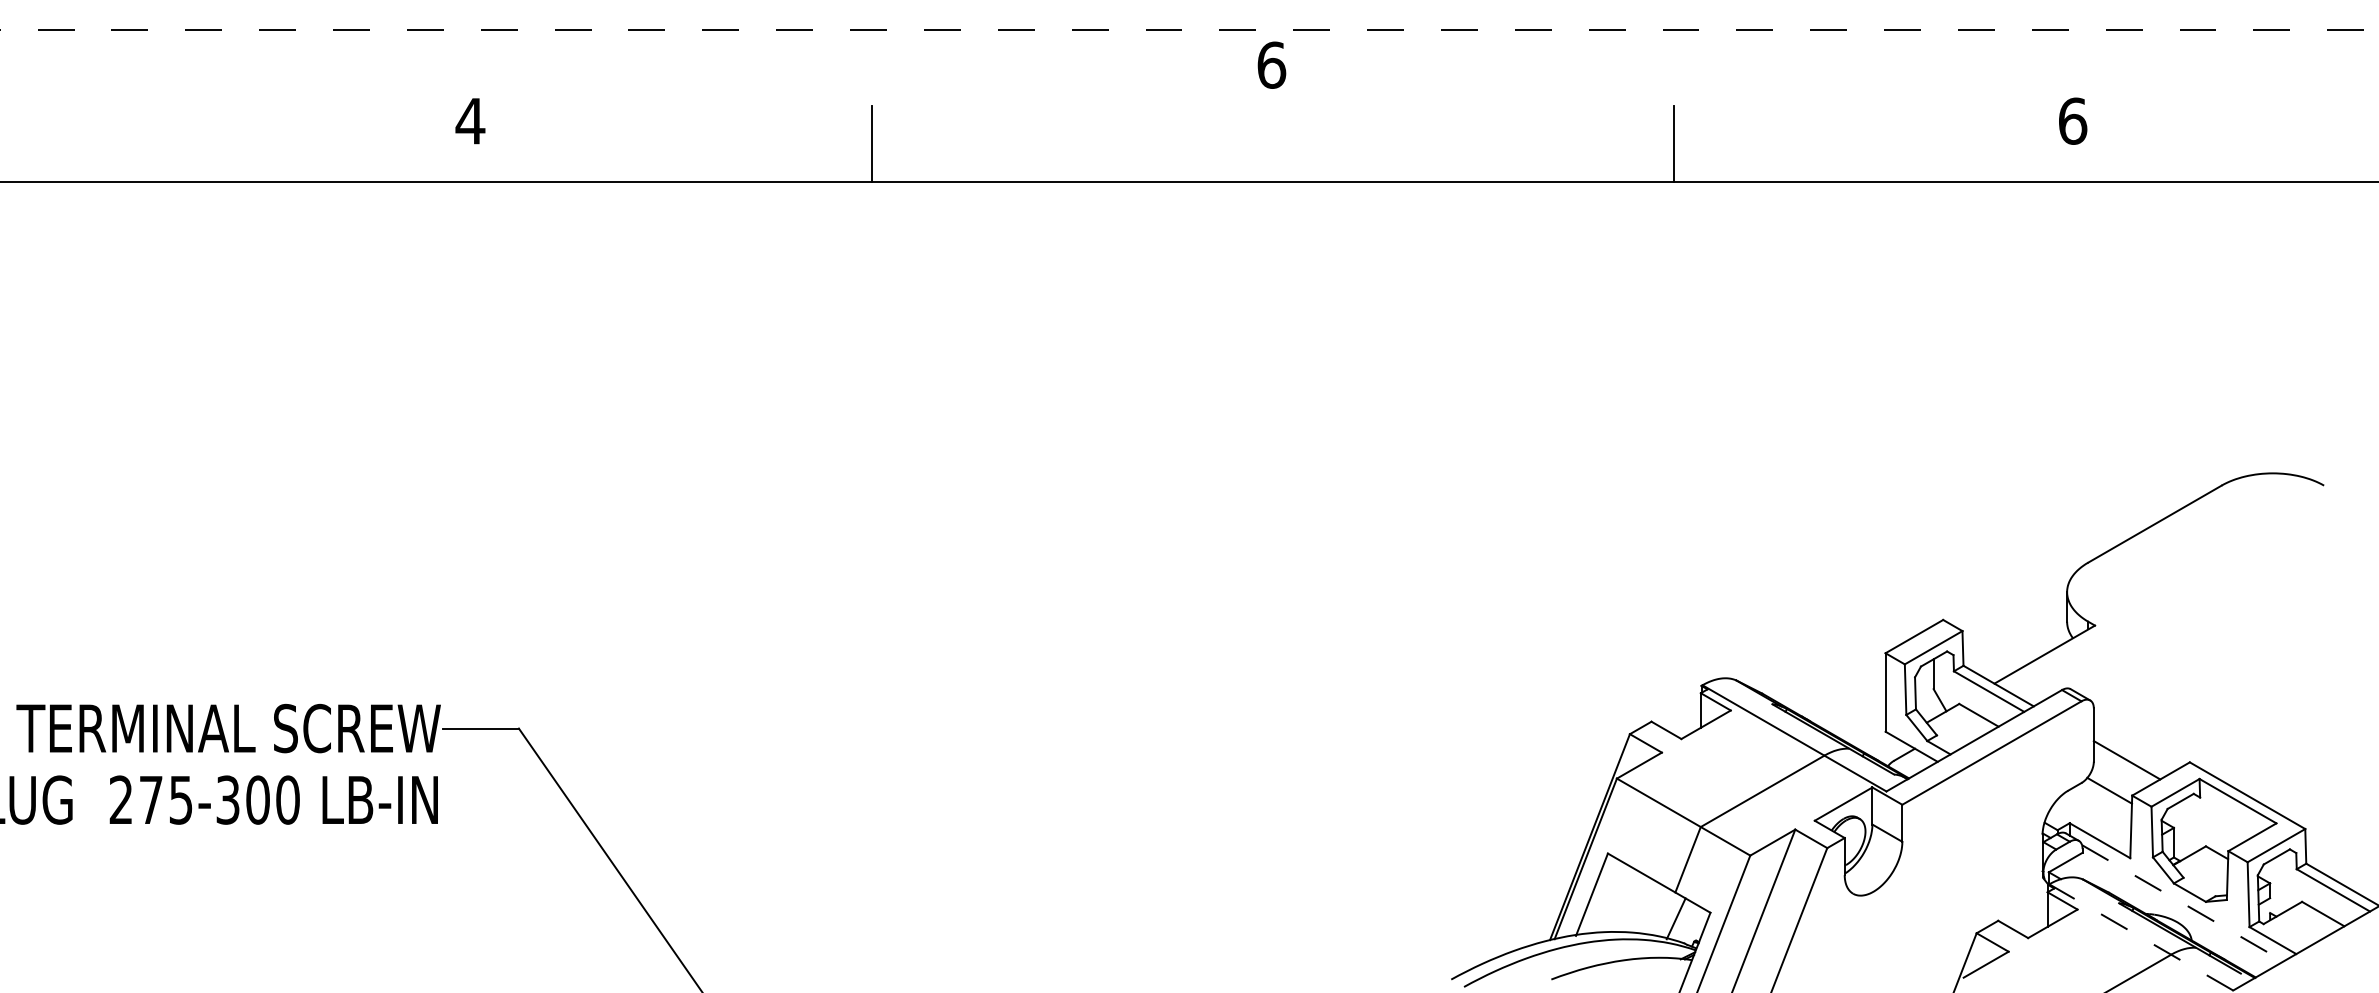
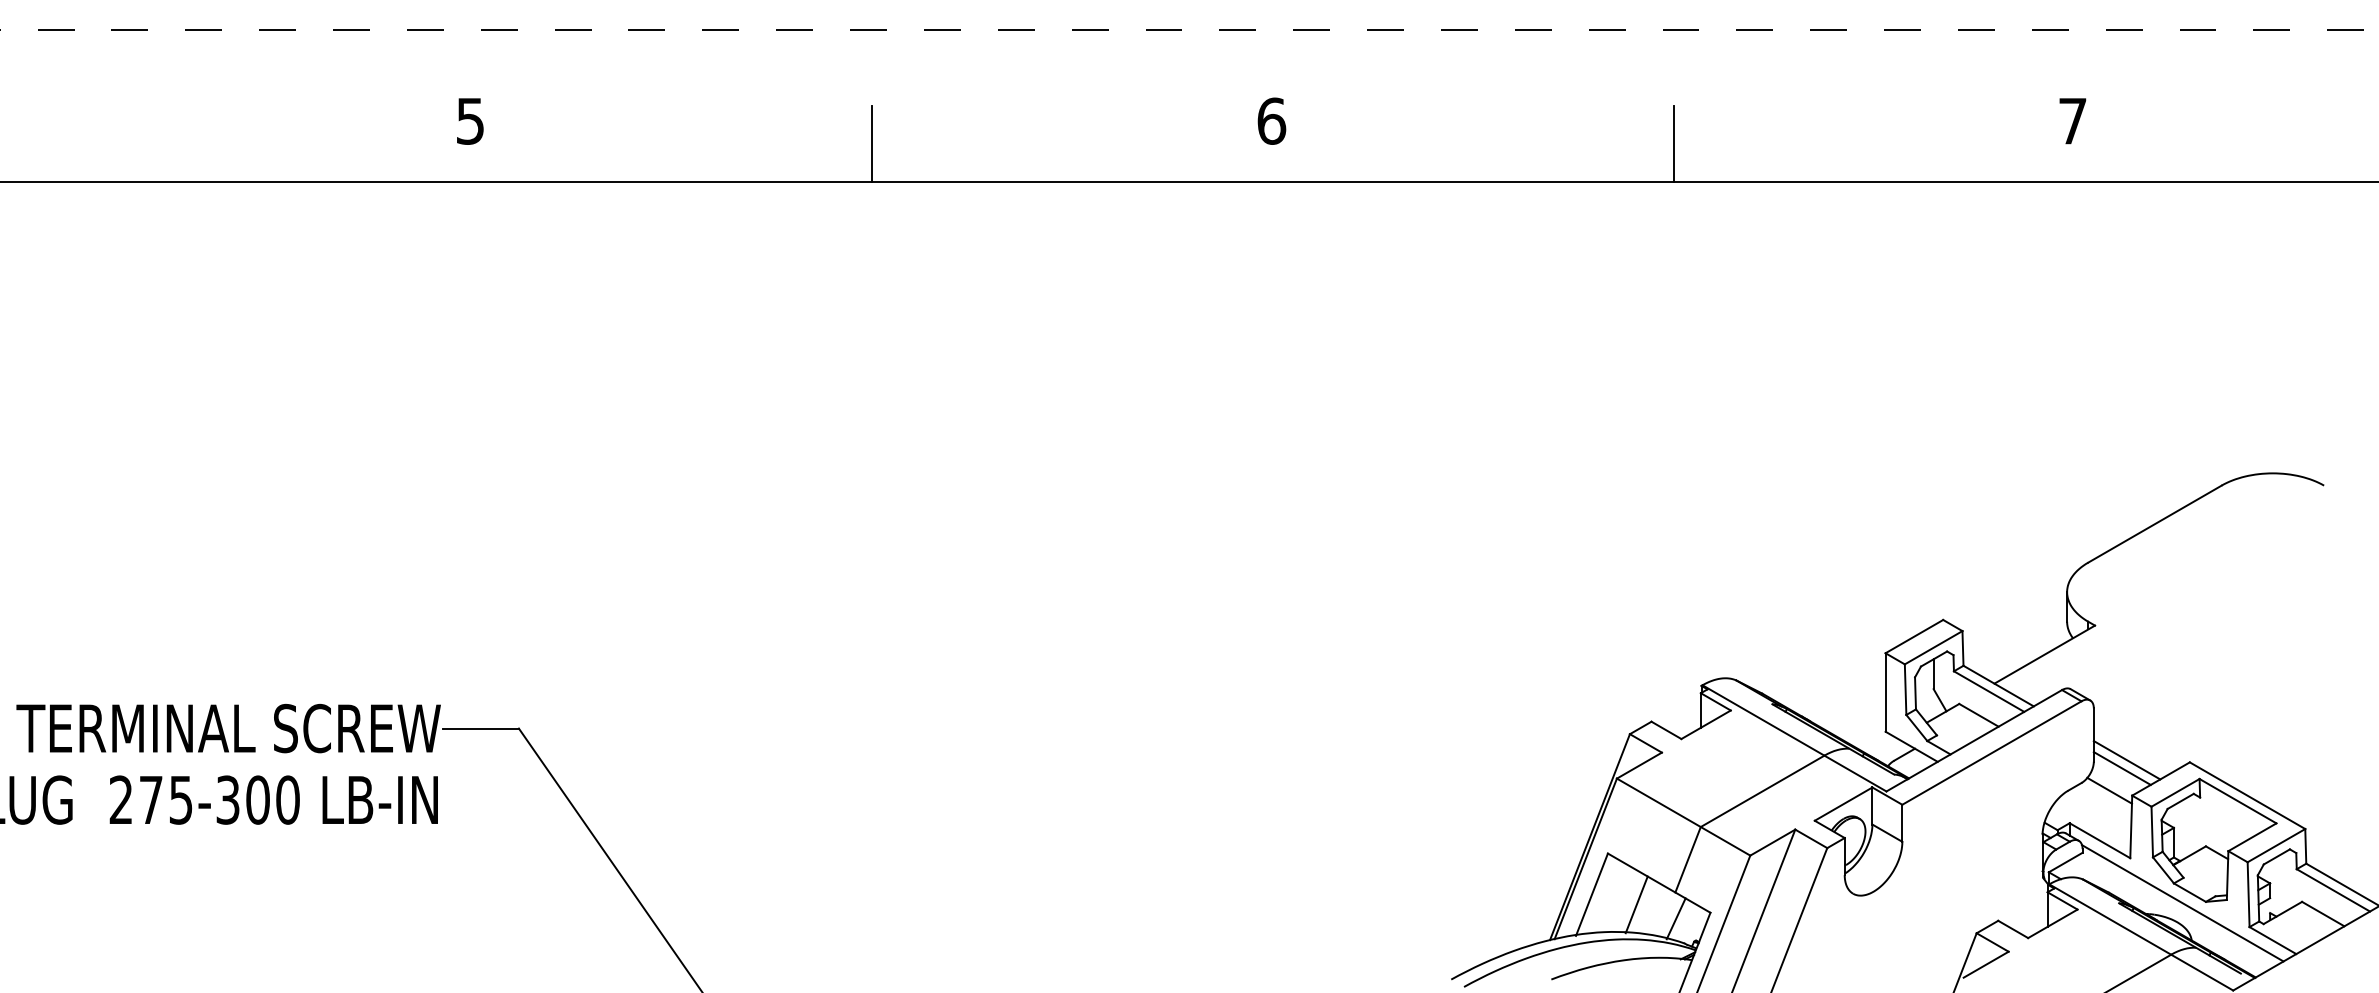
text at (1271, 64) position: (1271, 64) -> (1271, 120)
text at (2073, 120): 6 -> 7
text at (470, 121): 4 -> 5
line at (2121, 768): none -> present
line at (2183, 903): dashed -> solid
line at (1636, 904): none -> present
line at (2140, 937): dashed -> solid
